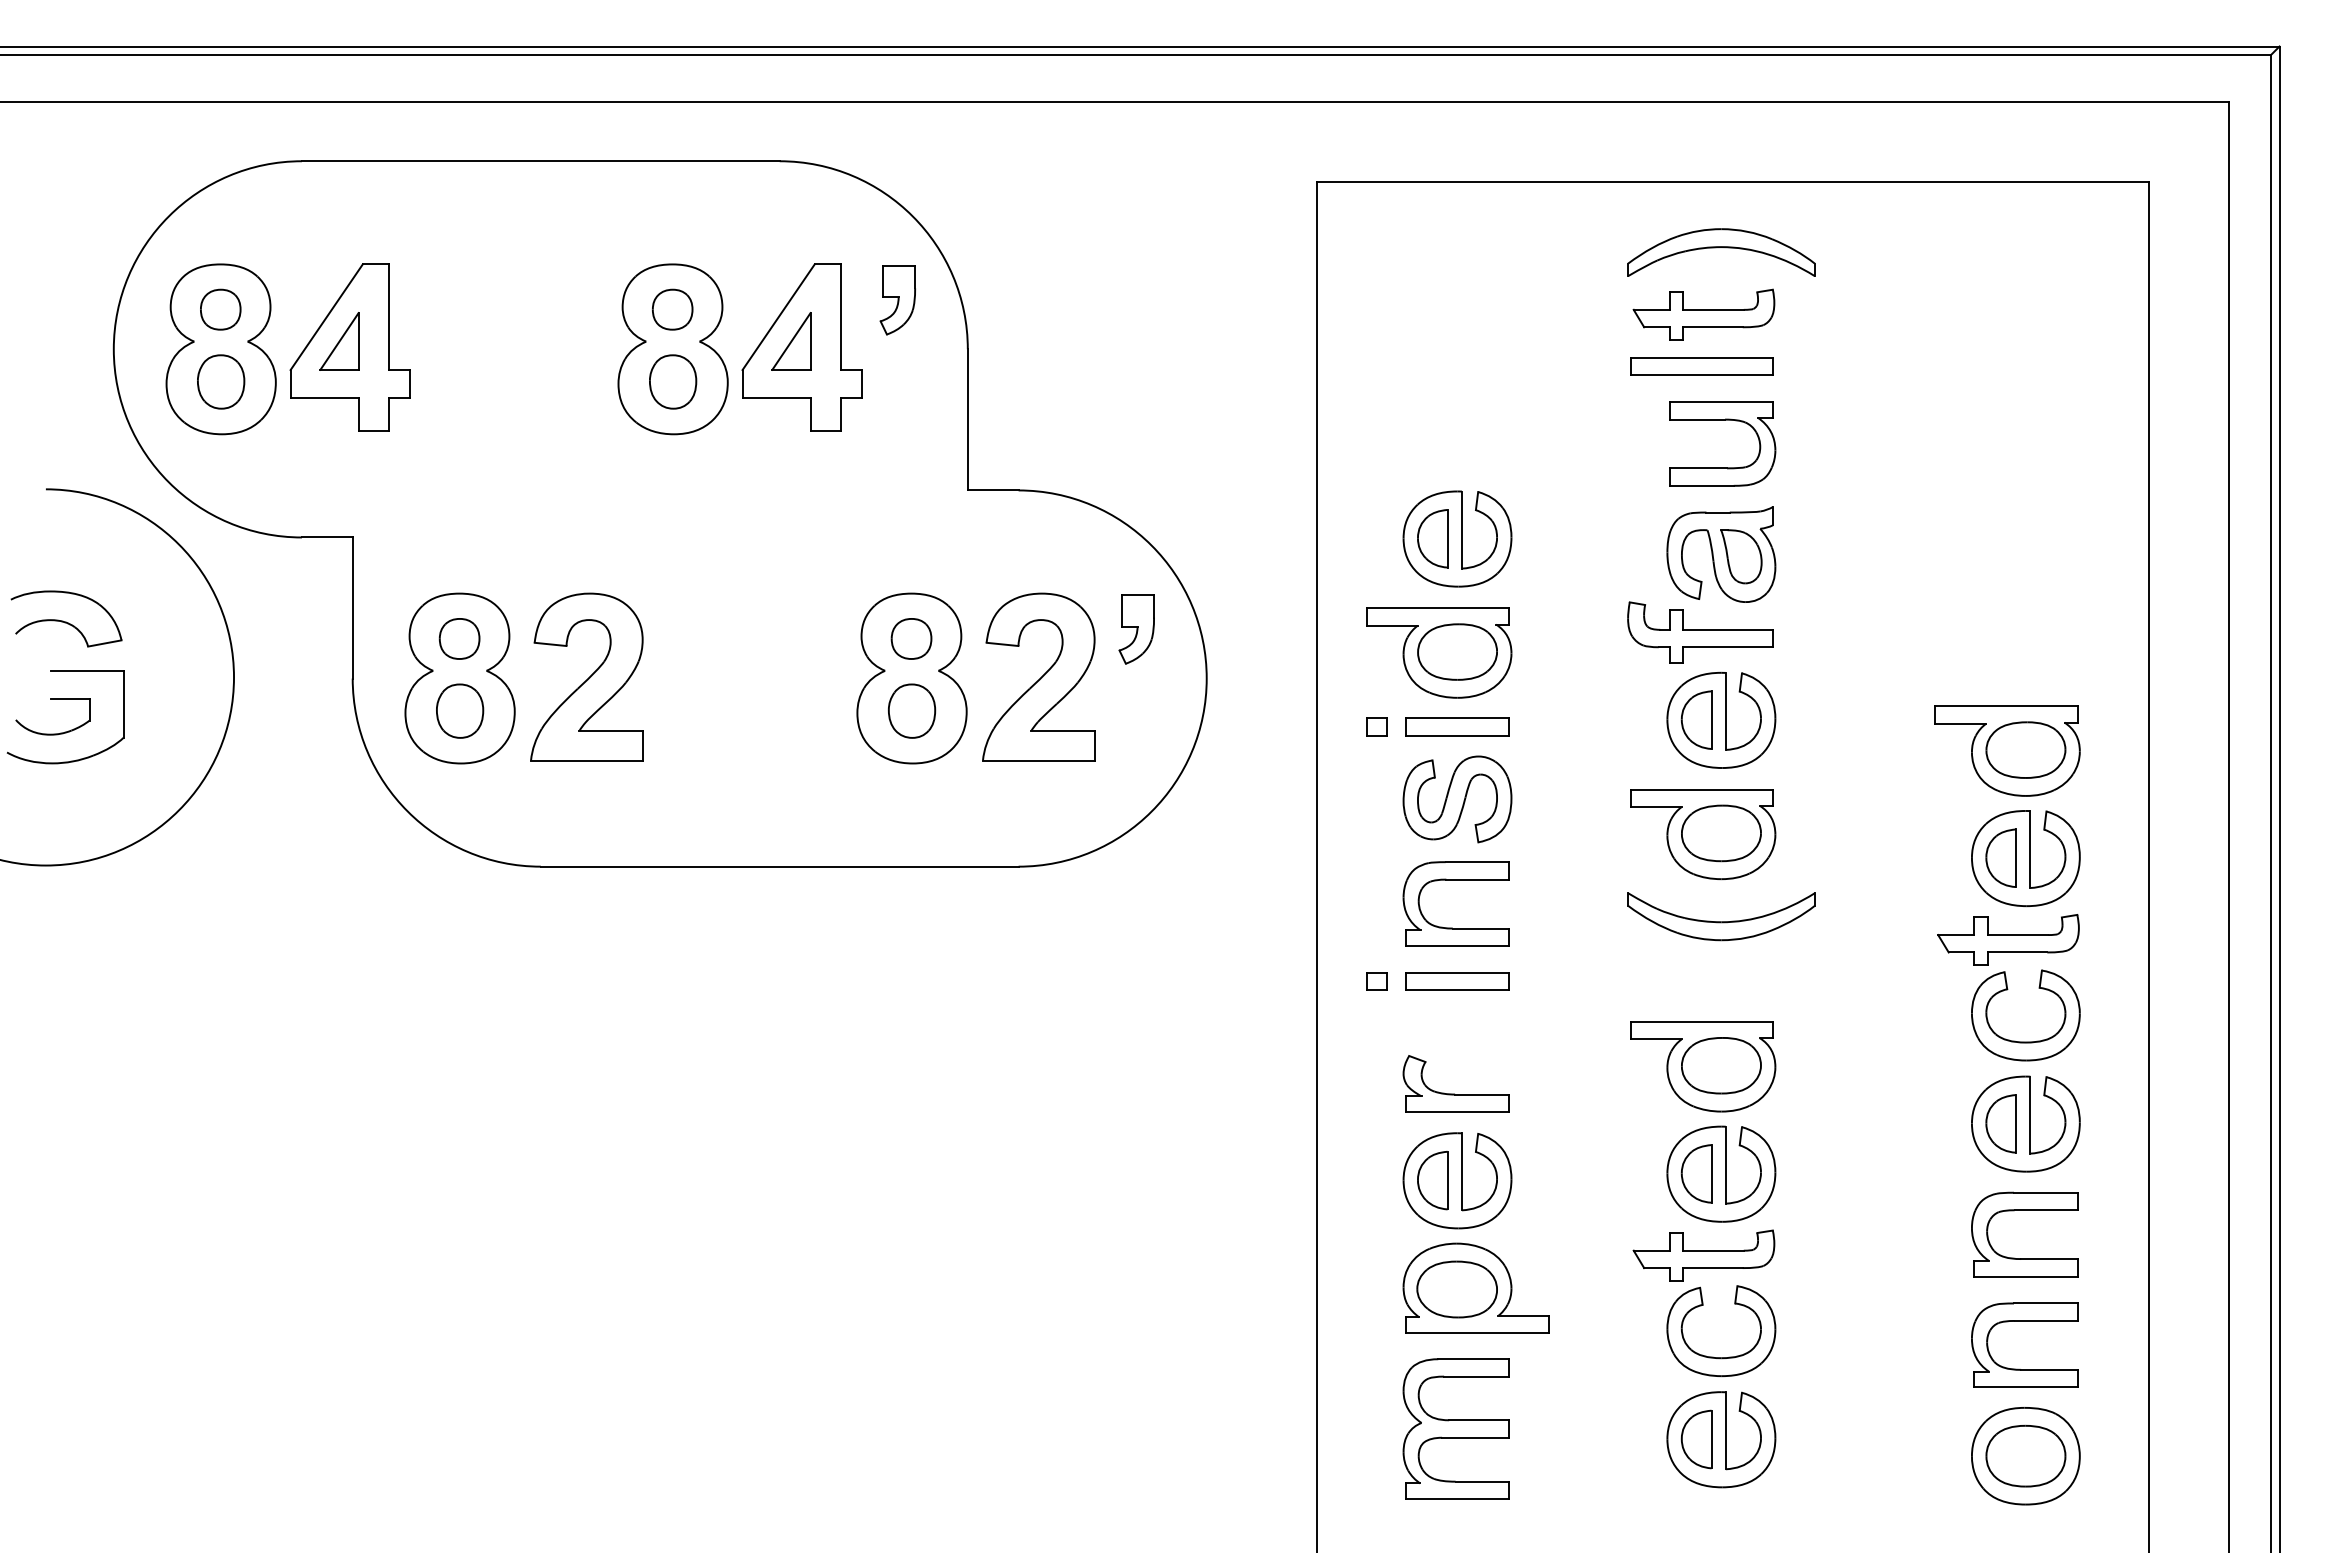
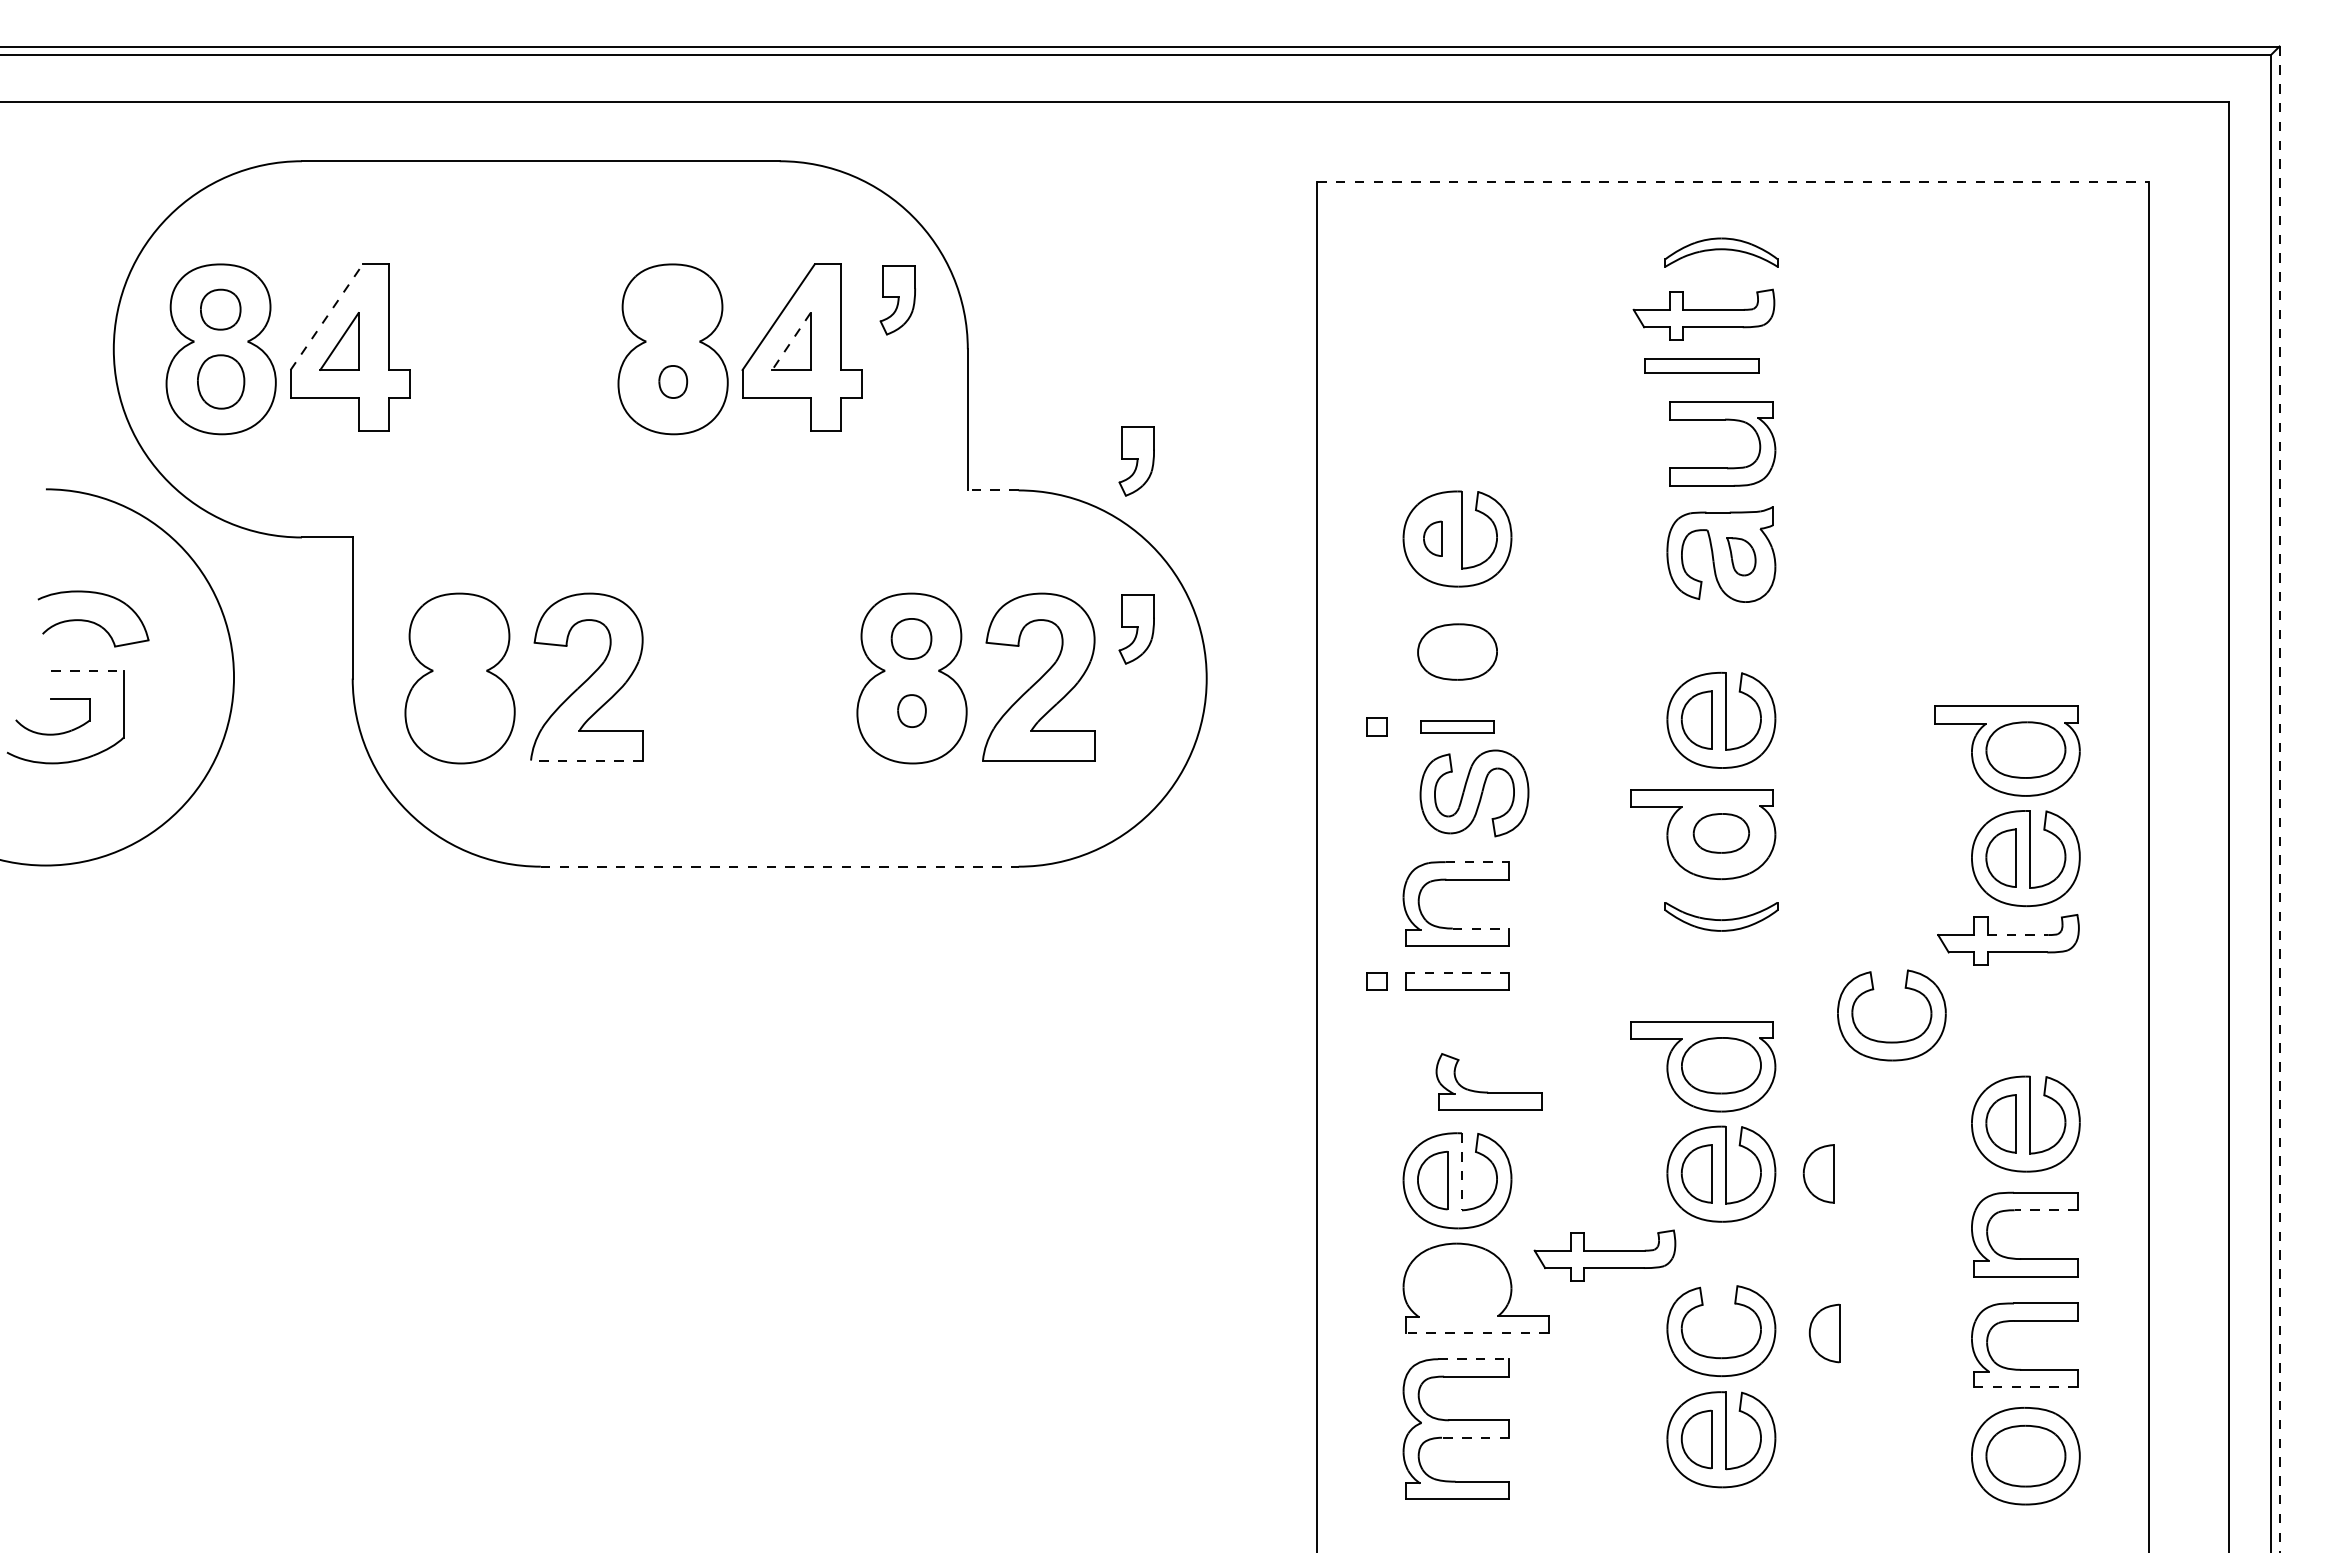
line at (1732, 182): solid -> dashed
part at (1721, 252) size: 189x49 px -> 115x31 px
part at (672, 309): present -> none
line at (326, 317): solid -> dashed
line at (791, 341): solid -> dashed
part at (1701, 366) size: 144x19 px -> 116x16 px
part at (673, 381) size: 49x56 px -> 31x34 px
part at (1136, 461): none -> present
line at (992, 490): solid -> dashed
part at (1432, 538) size: 32x60 px -> 20x37 px
part at (1741, 556) size: 43x56 px -> 31x40 px
part at (66, 618) position: (66, 618) -> (93, 618)
part at (1700, 632): present -> none
part at (459, 638): present -> none
part at (1439, 652): present -> none
line at (88, 671): solid -> dashed
part at (460, 710): present -> none
part at (911, 710) size: 50x56 px -> 30x34 px
part at (1457, 726) size: 105x20 px -> 75x14 px
line at (586, 760): solid -> dashed
part at (1457, 799) position: (1457, 799) -> (1474, 793)
line at (2279, 799): solid -> dashed
part at (1721, 833) size: 81x59 px -> 58x41 px
line at (1477, 862): solid -> dashed
line at (779, 866): solid -> dashed
part at (1721, 916) size: 189x50 px -> 115x30 px
line at (1481, 928): solid -> dashed
line at (2018, 935): solid -> dashed
line at (1457, 972): solid -> dashed
part at (2025, 1041) position: (2025, 1041) -> (1891, 1041)
part at (1454, 1093) position: (1454, 1093) -> (1487, 1091)
line at (1461, 1171): solid -> dashed
part at (1818, 1173): none -> present
line at (2045, 1210): solid -> dashed
part at (1703, 1255) position: (1703, 1255) -> (1604, 1255)
part at (1456, 1289): present -> none
line at (1476, 1333): solid -> dashed
part at (1824, 1333): none -> present
line at (1474, 1359): solid -> dashed
line at (2025, 1387): solid -> dashed
line at (1475, 1437): solid -> dashed
